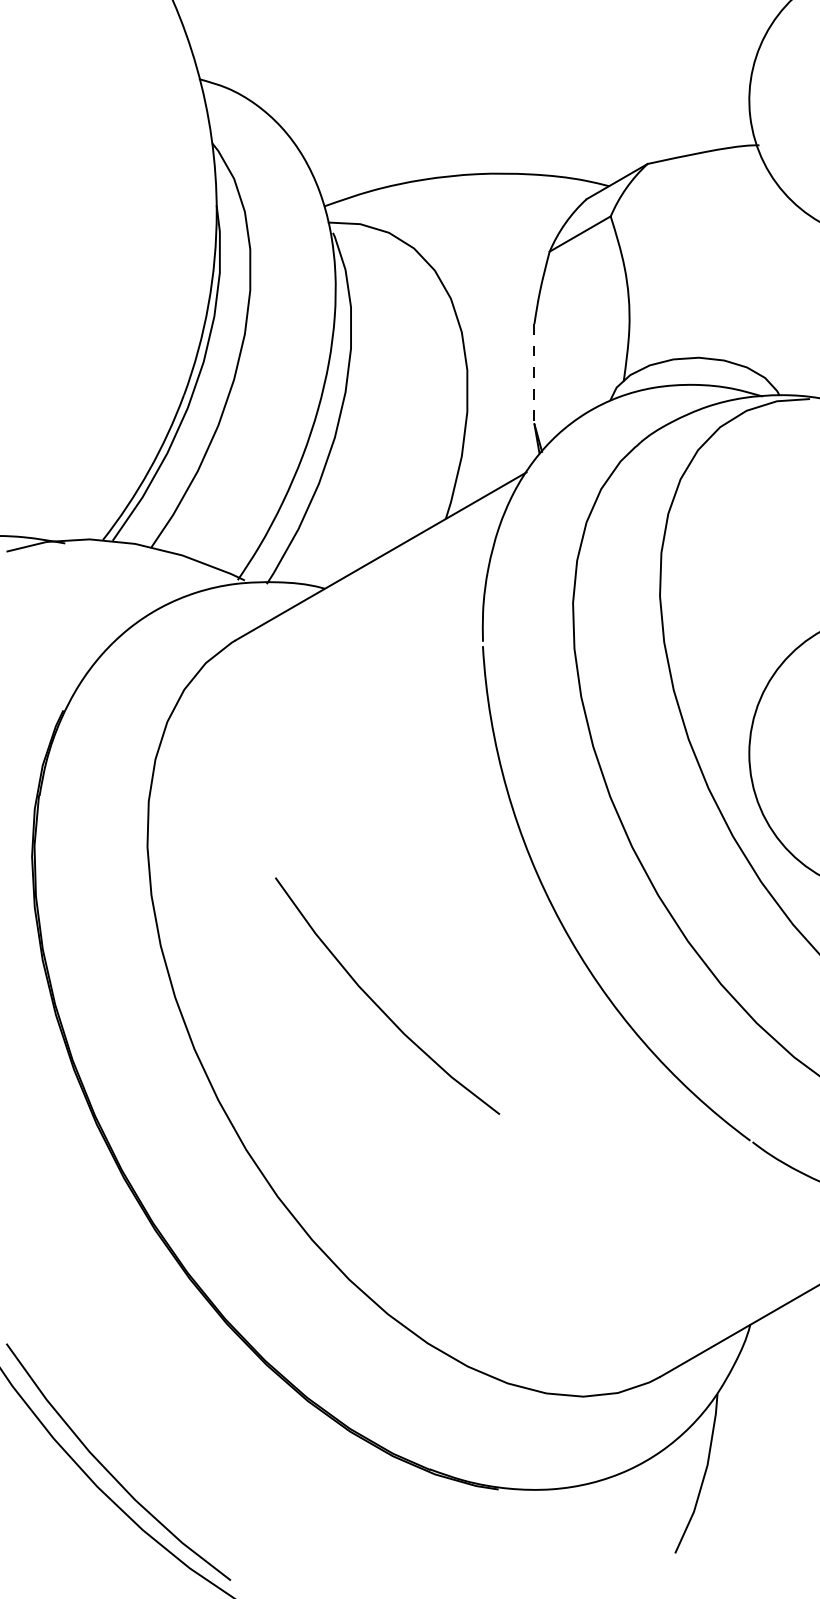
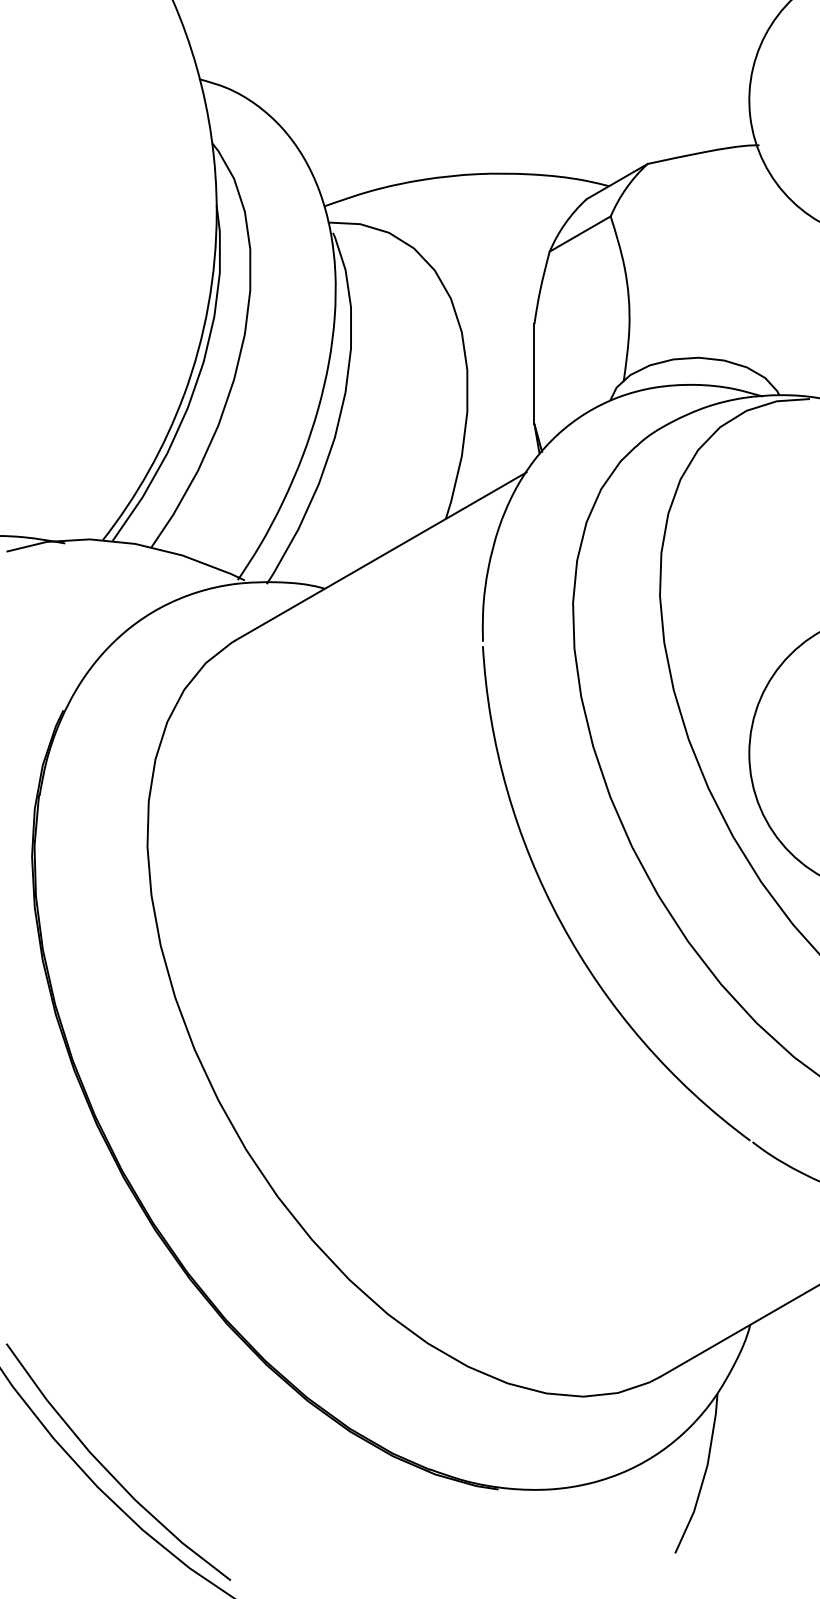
line at (534, 374): dashed -> solid
curve at (377, 1004): present -> none
